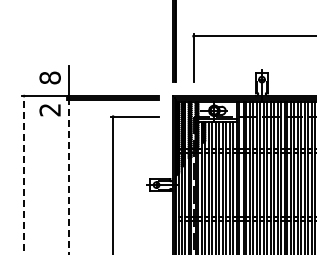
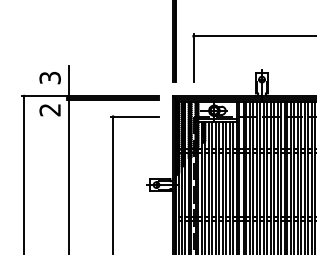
text at (49, 77): 8 -> 3
line at (24, 175): dashed -> solid
line at (68, 176): dashed -> solid
